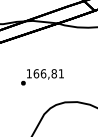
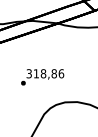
text at (45, 73): 166,81 -> 318,86
